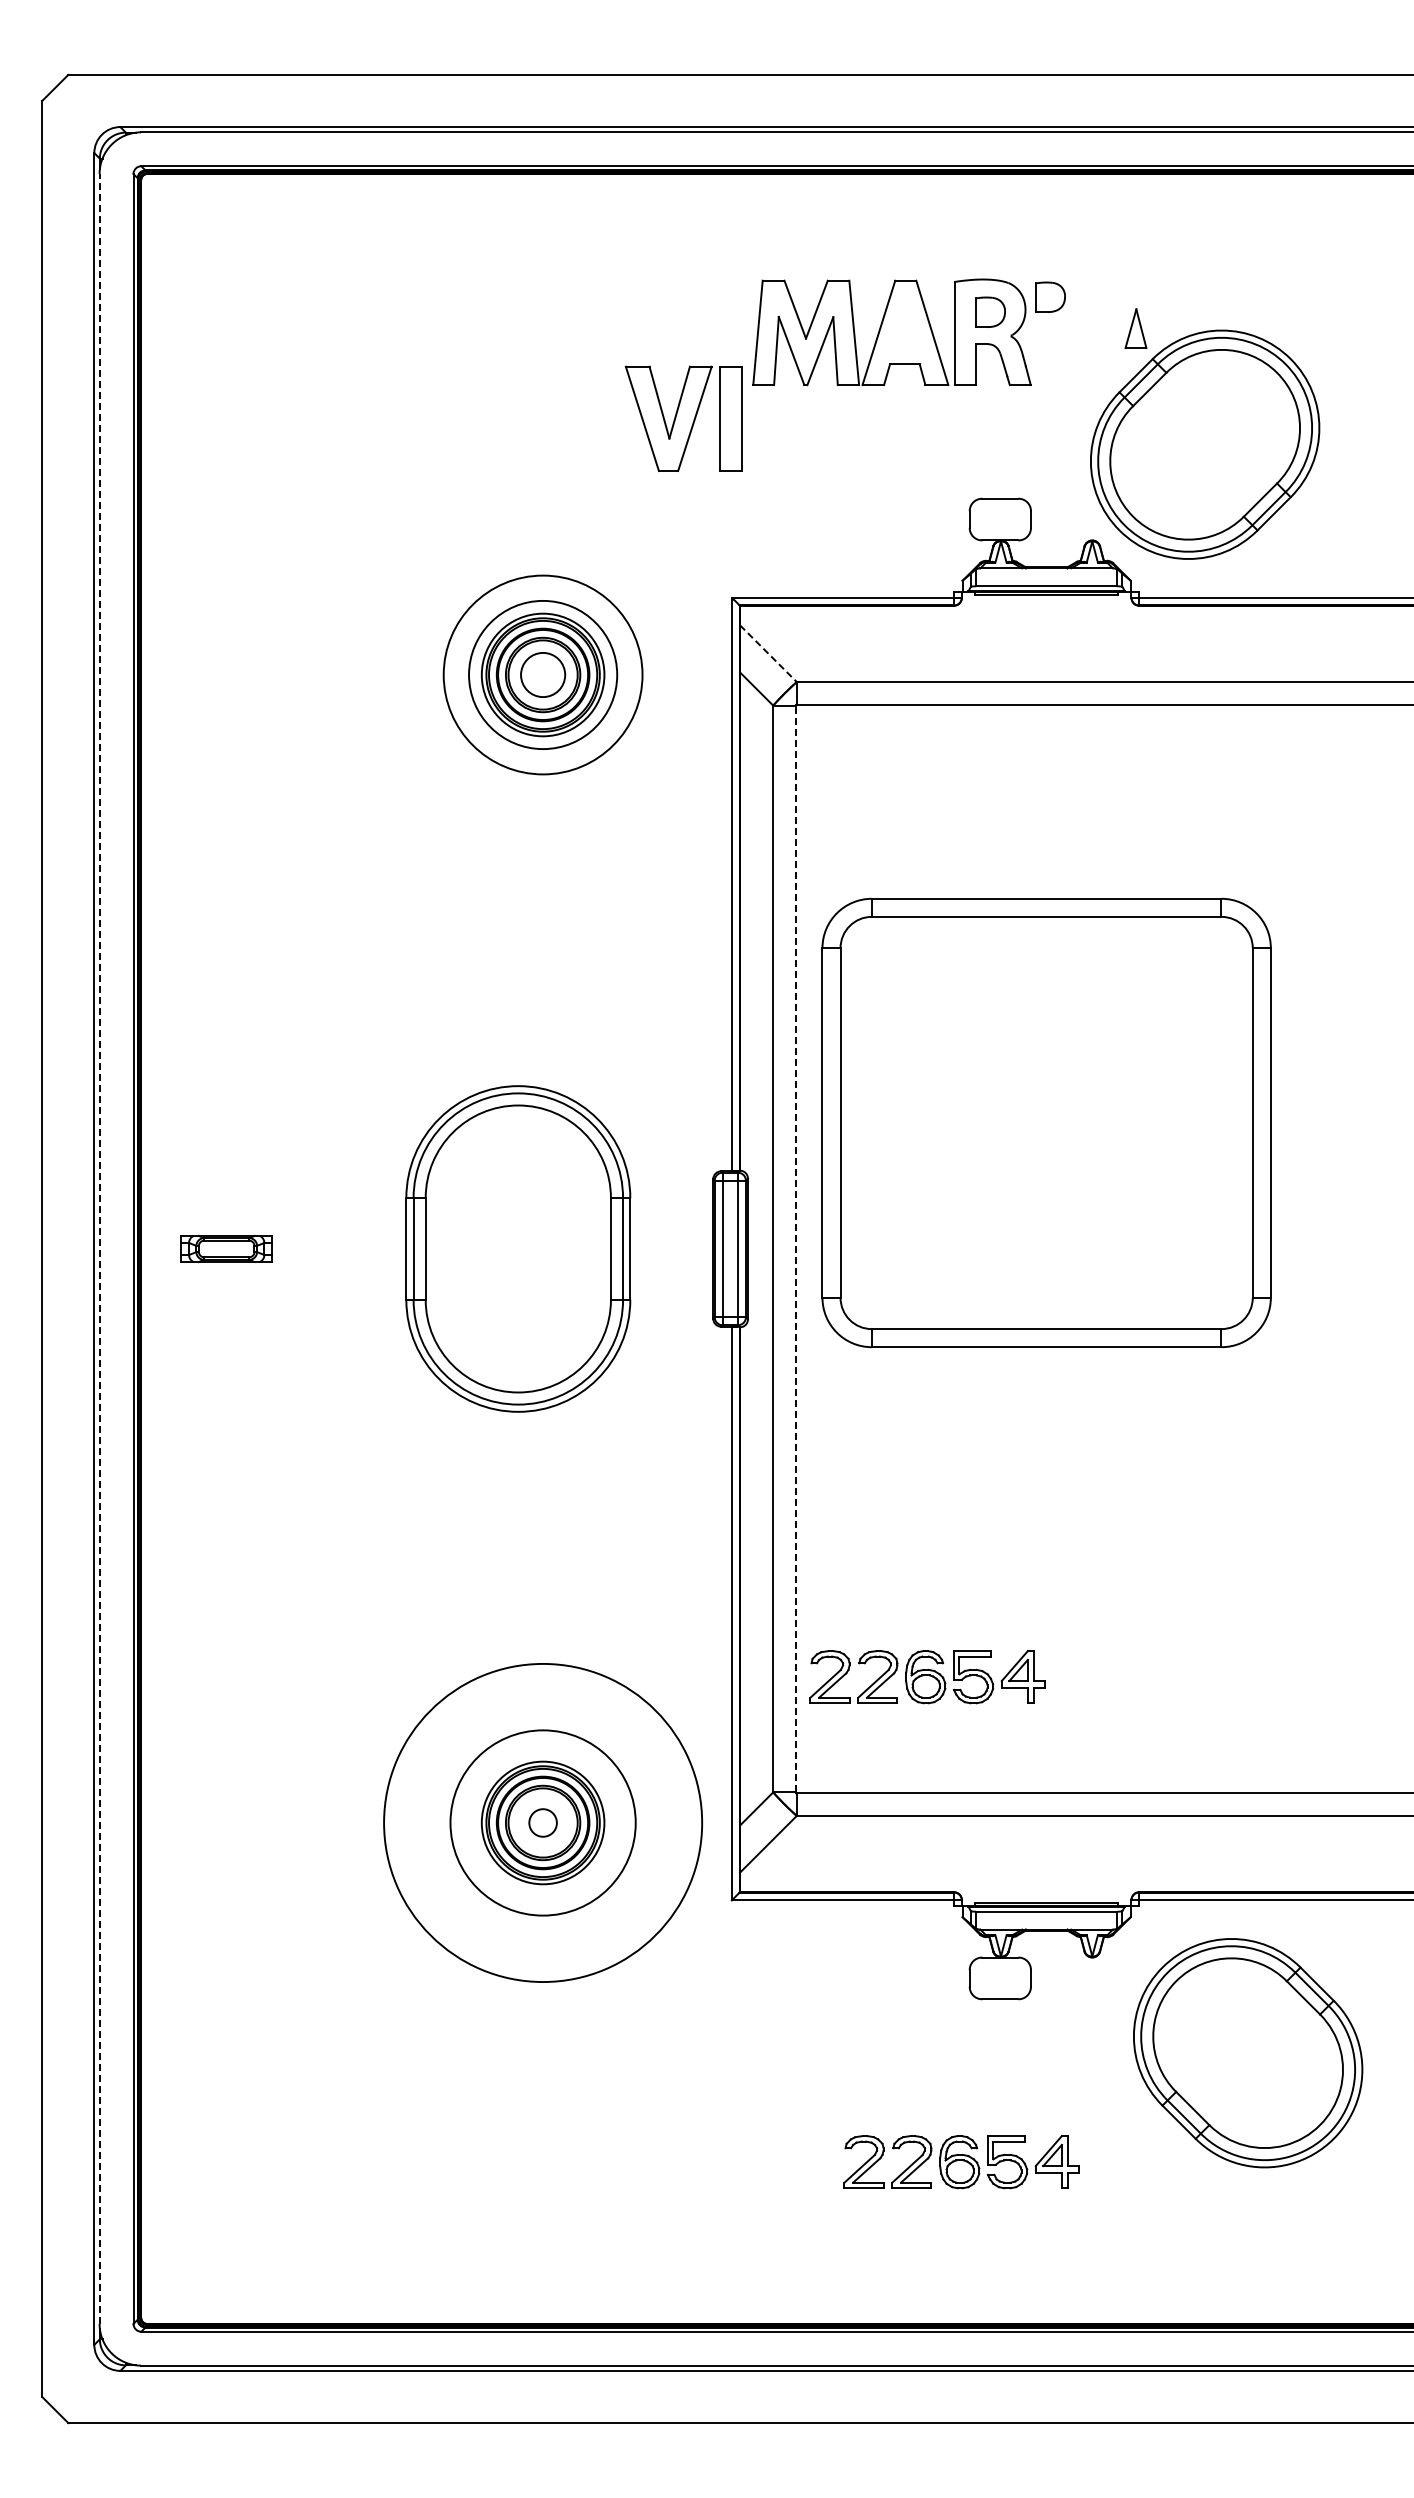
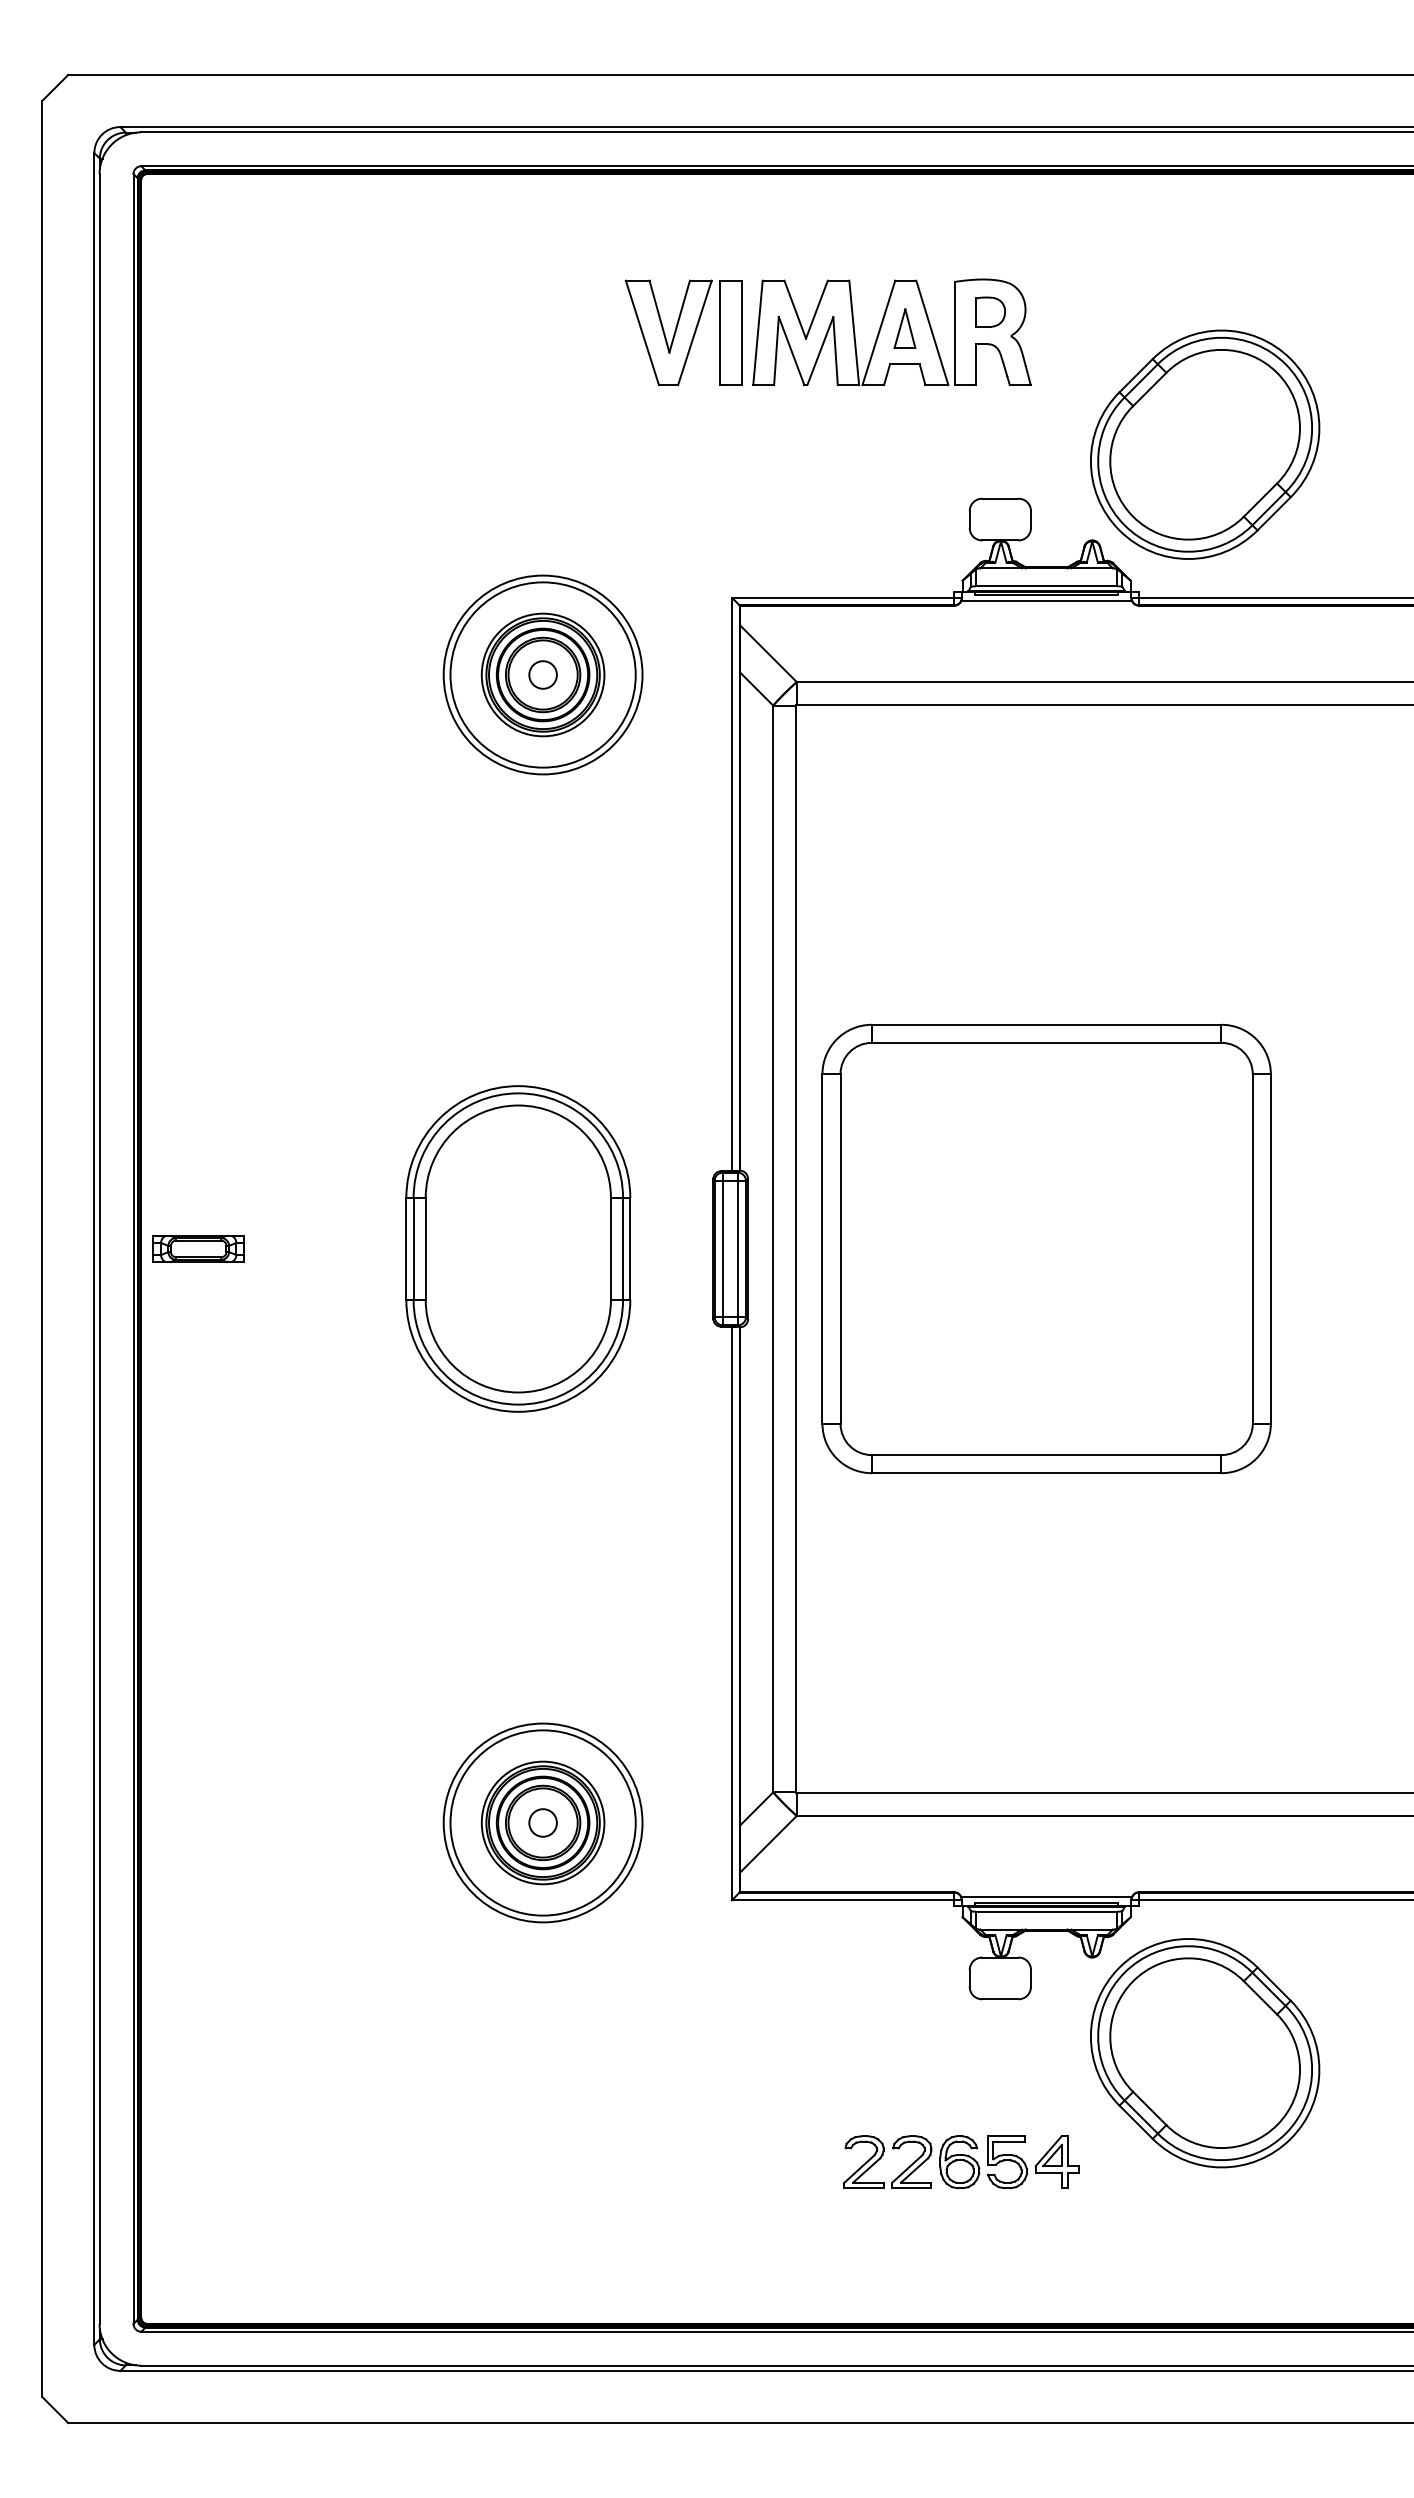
part at (1050, 296): present -> none
part at (1135, 328) position: (1135, 328) -> (904, 328)
part at (683, 418) position: (683, 418) -> (683, 332)
line at (1046, 600): none -> present
line at (768, 654): dashed -> solid
circle at (543, 674) diameter: 148 px -> 185 px
circle at (543, 674) diameter: 44 px -> 28 px
part at (1046, 1122) position: (1046, 1122) -> (1046, 1248)
line at (99, 1248): dashed -> solid
part at (226, 1248) position: (226, 1248) -> (198, 1248)
line at (795, 1248): dashed -> solid
part at (927, 1677): present -> none
circle at (543, 1822) diameter: 318 px -> 199 px
line at (1046, 1897): none -> present
part at (1248, 2053) position: (1248, 2053) -> (1205, 2053)
